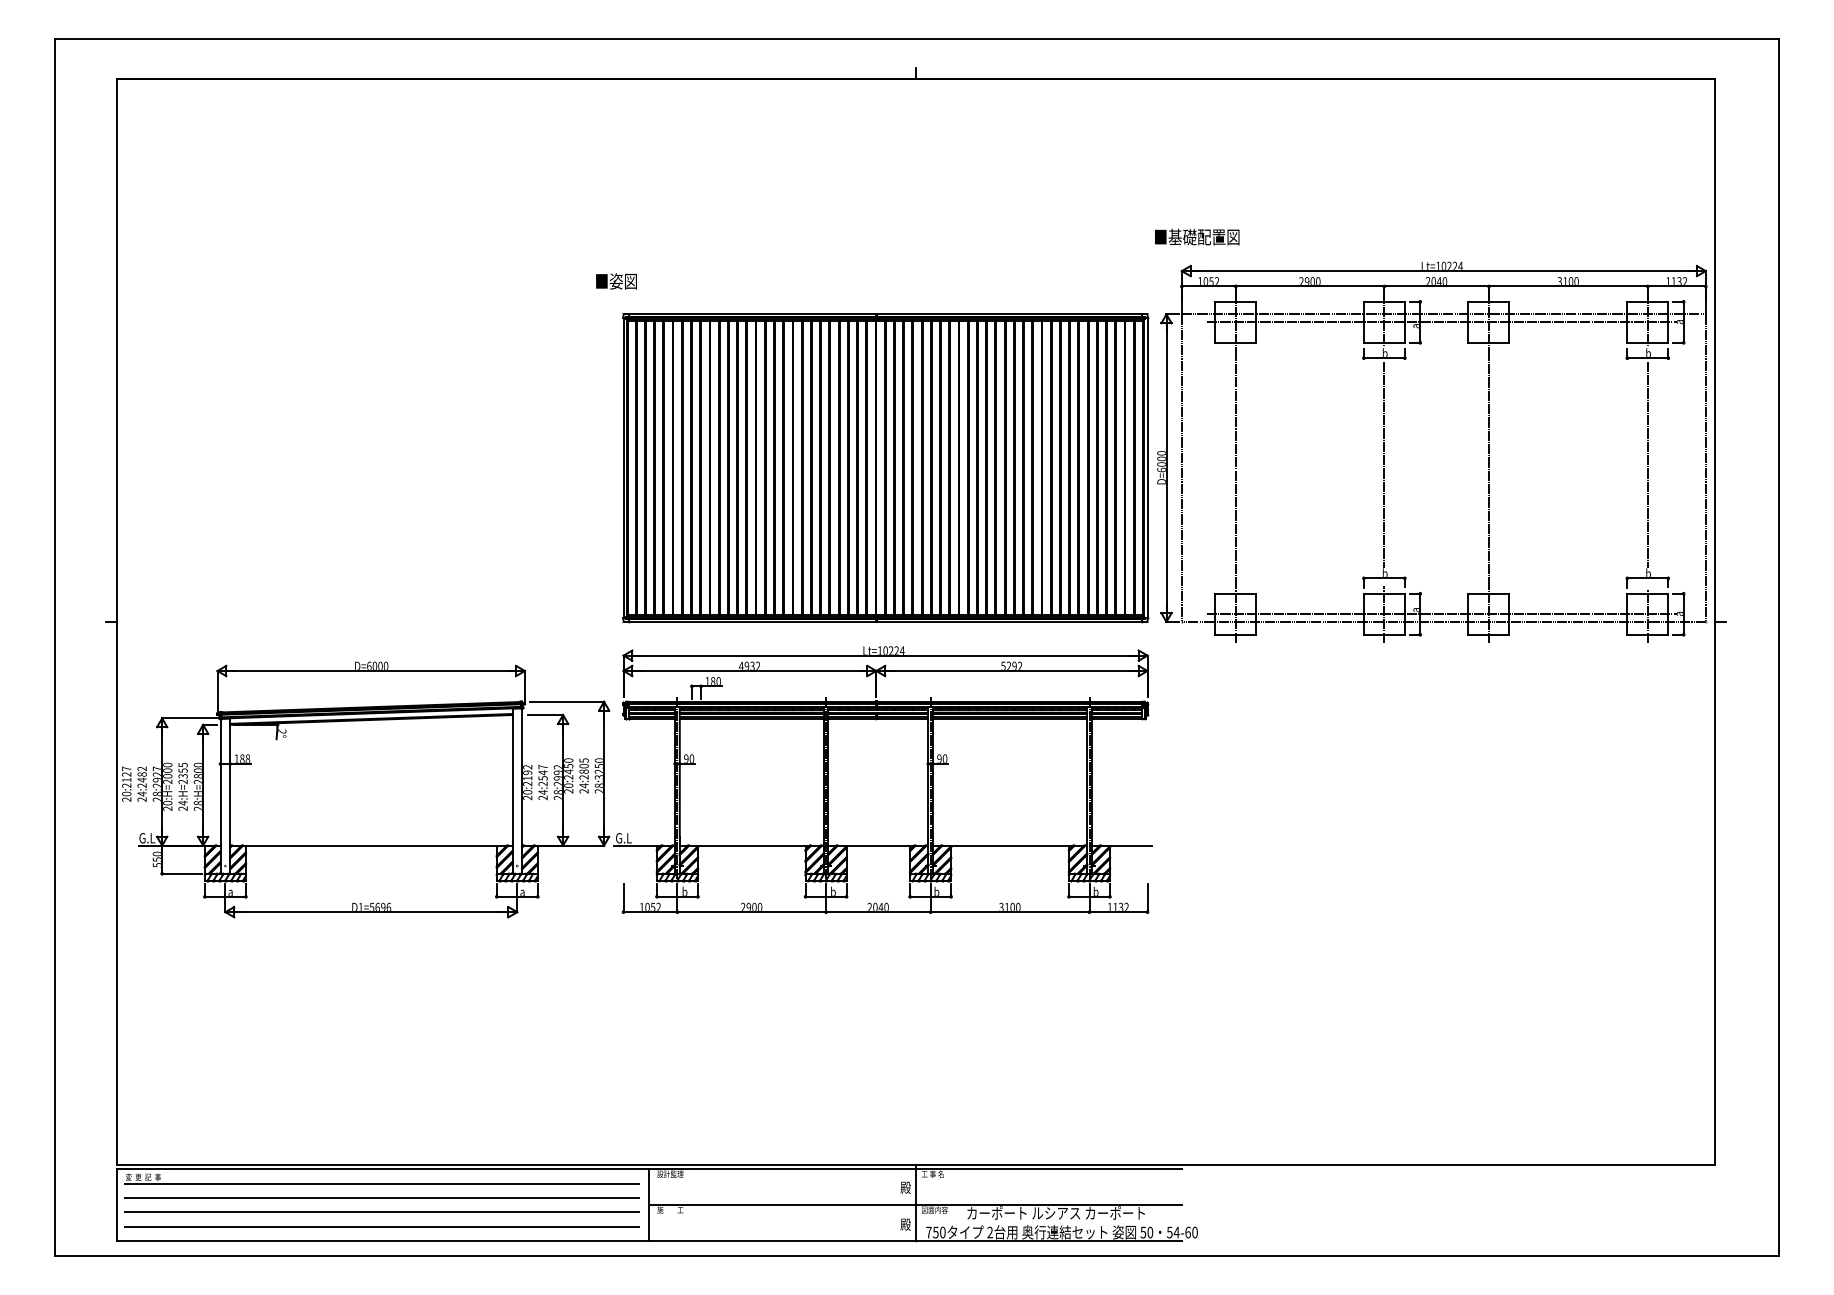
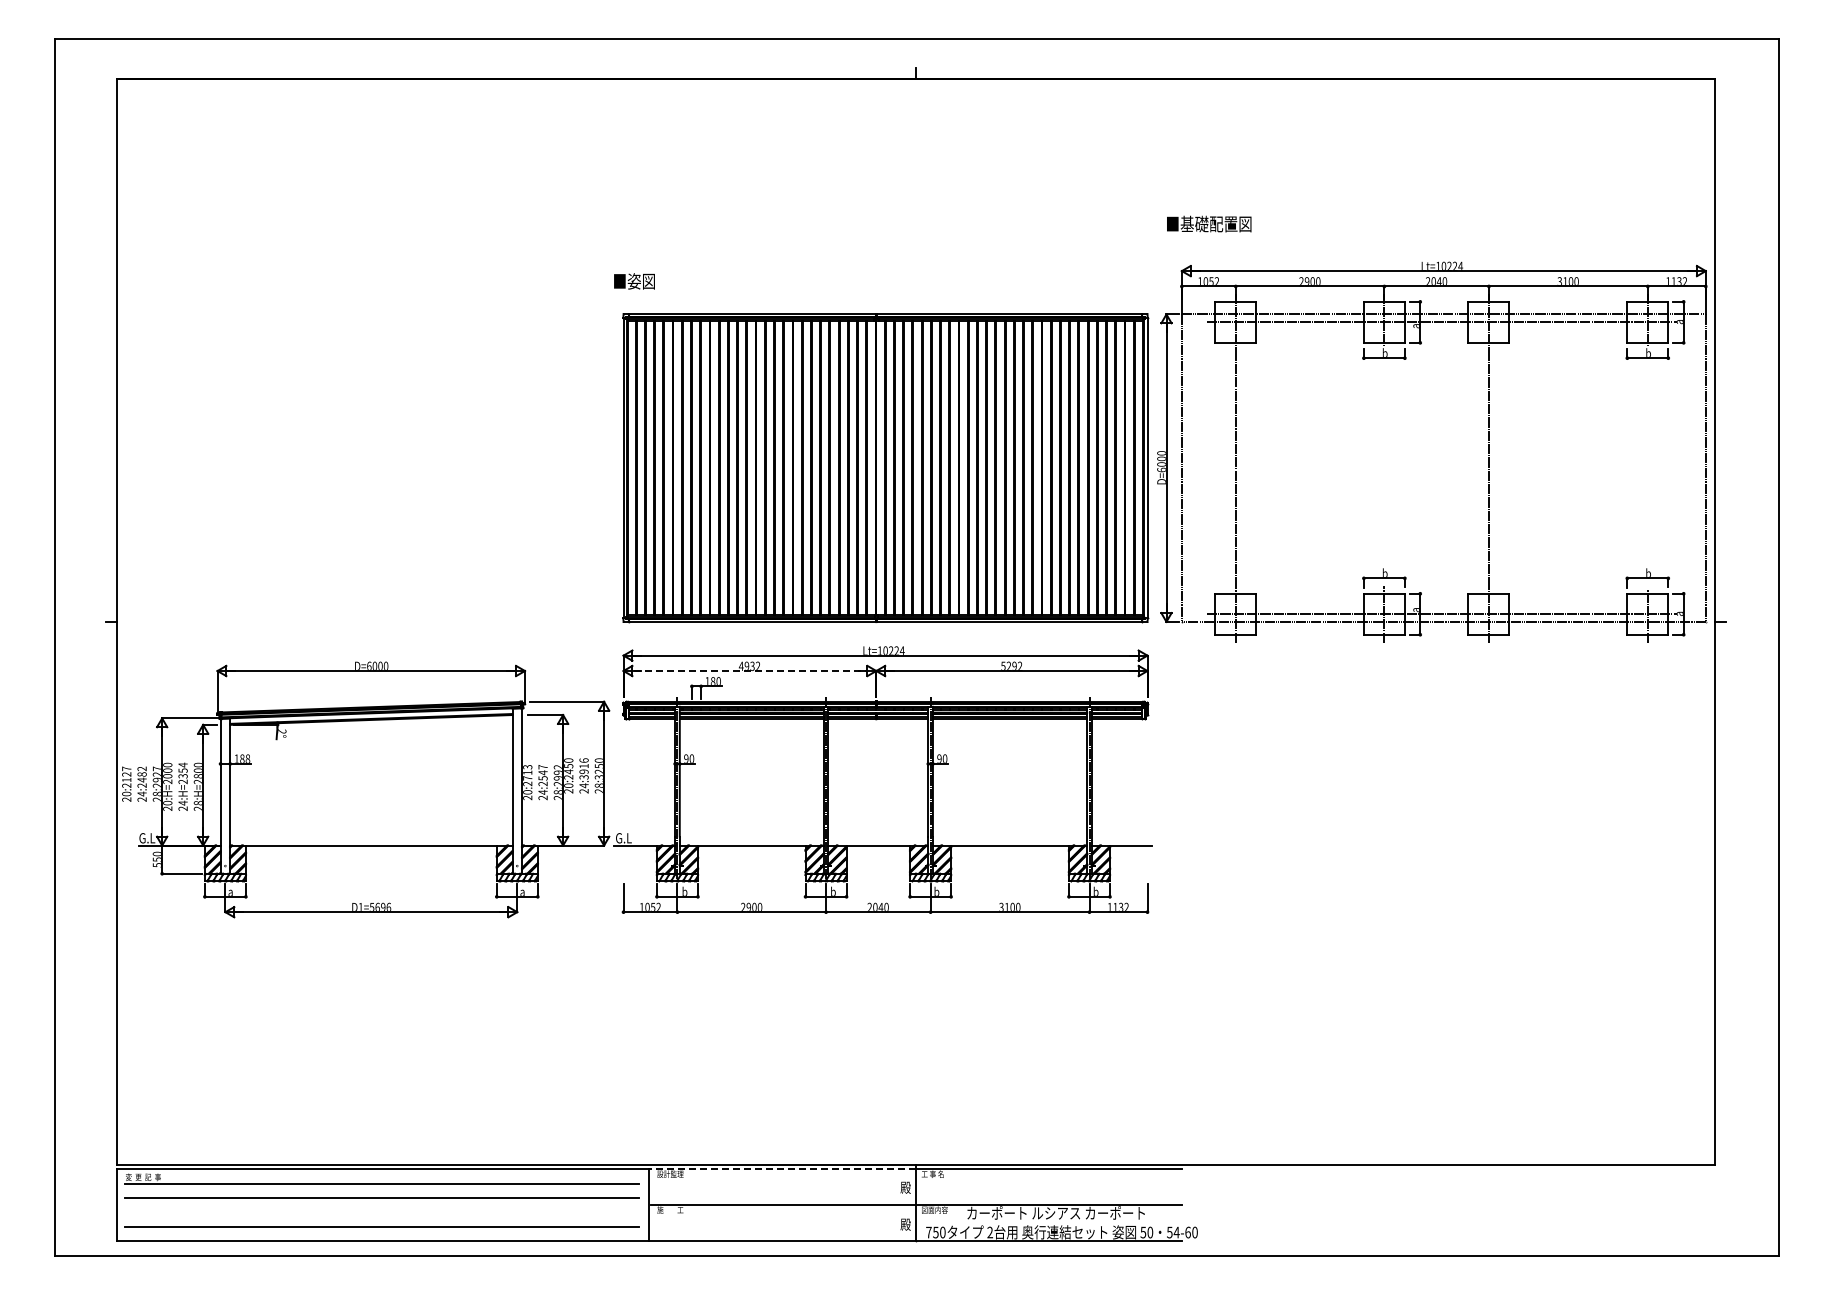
text at (1197, 236) position: (1197, 236) -> (1209, 223)
text at (616, 281) position: (616, 281) -> (634, 281)
line at (1384, 464): present -> none
line at (1647, 464): present -> none
line at (750, 671): solid -> dashed
text at (182, 764): 24:H=2355 -> 24:H=2354
text at (583, 768): 24:2805 -> 24:3916
text at (527, 772): 20:2192 -> 20:2713
line at (782, 1169): solid -> dashed
line at (382, 1212): present -> none
